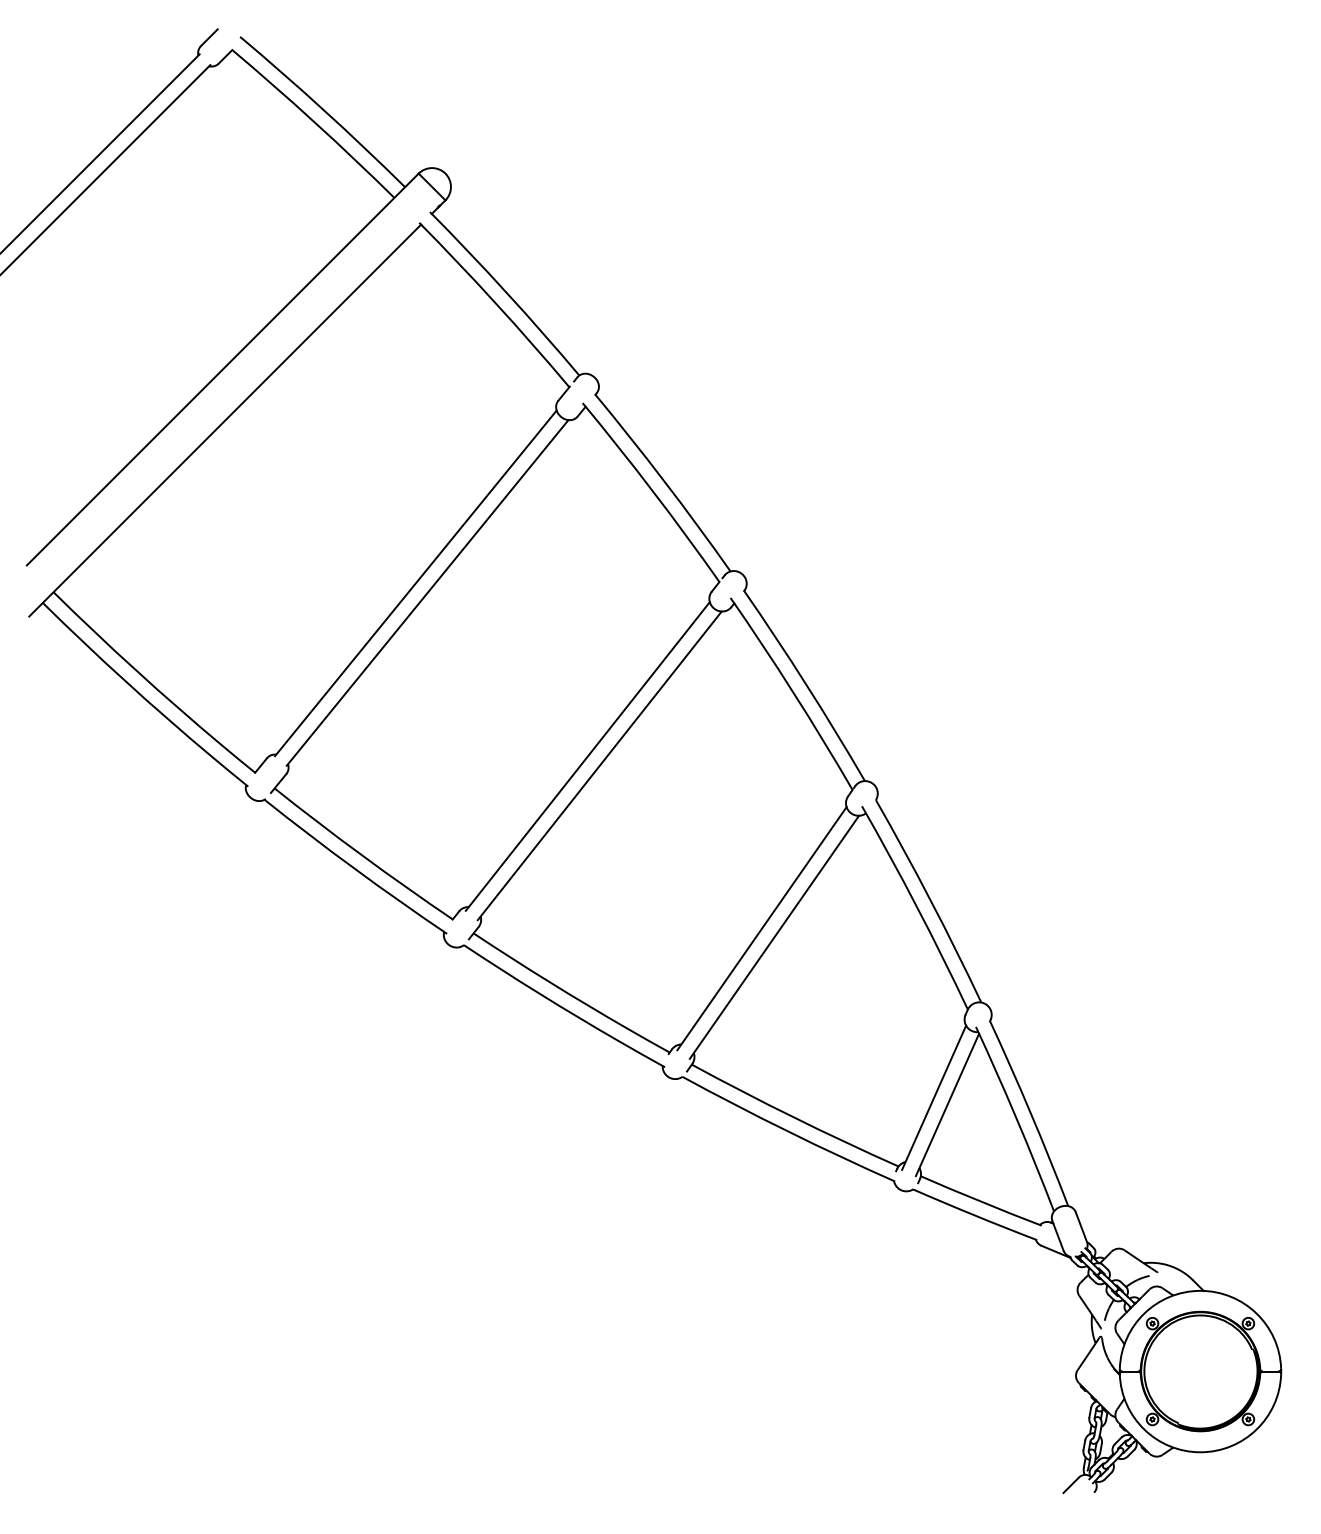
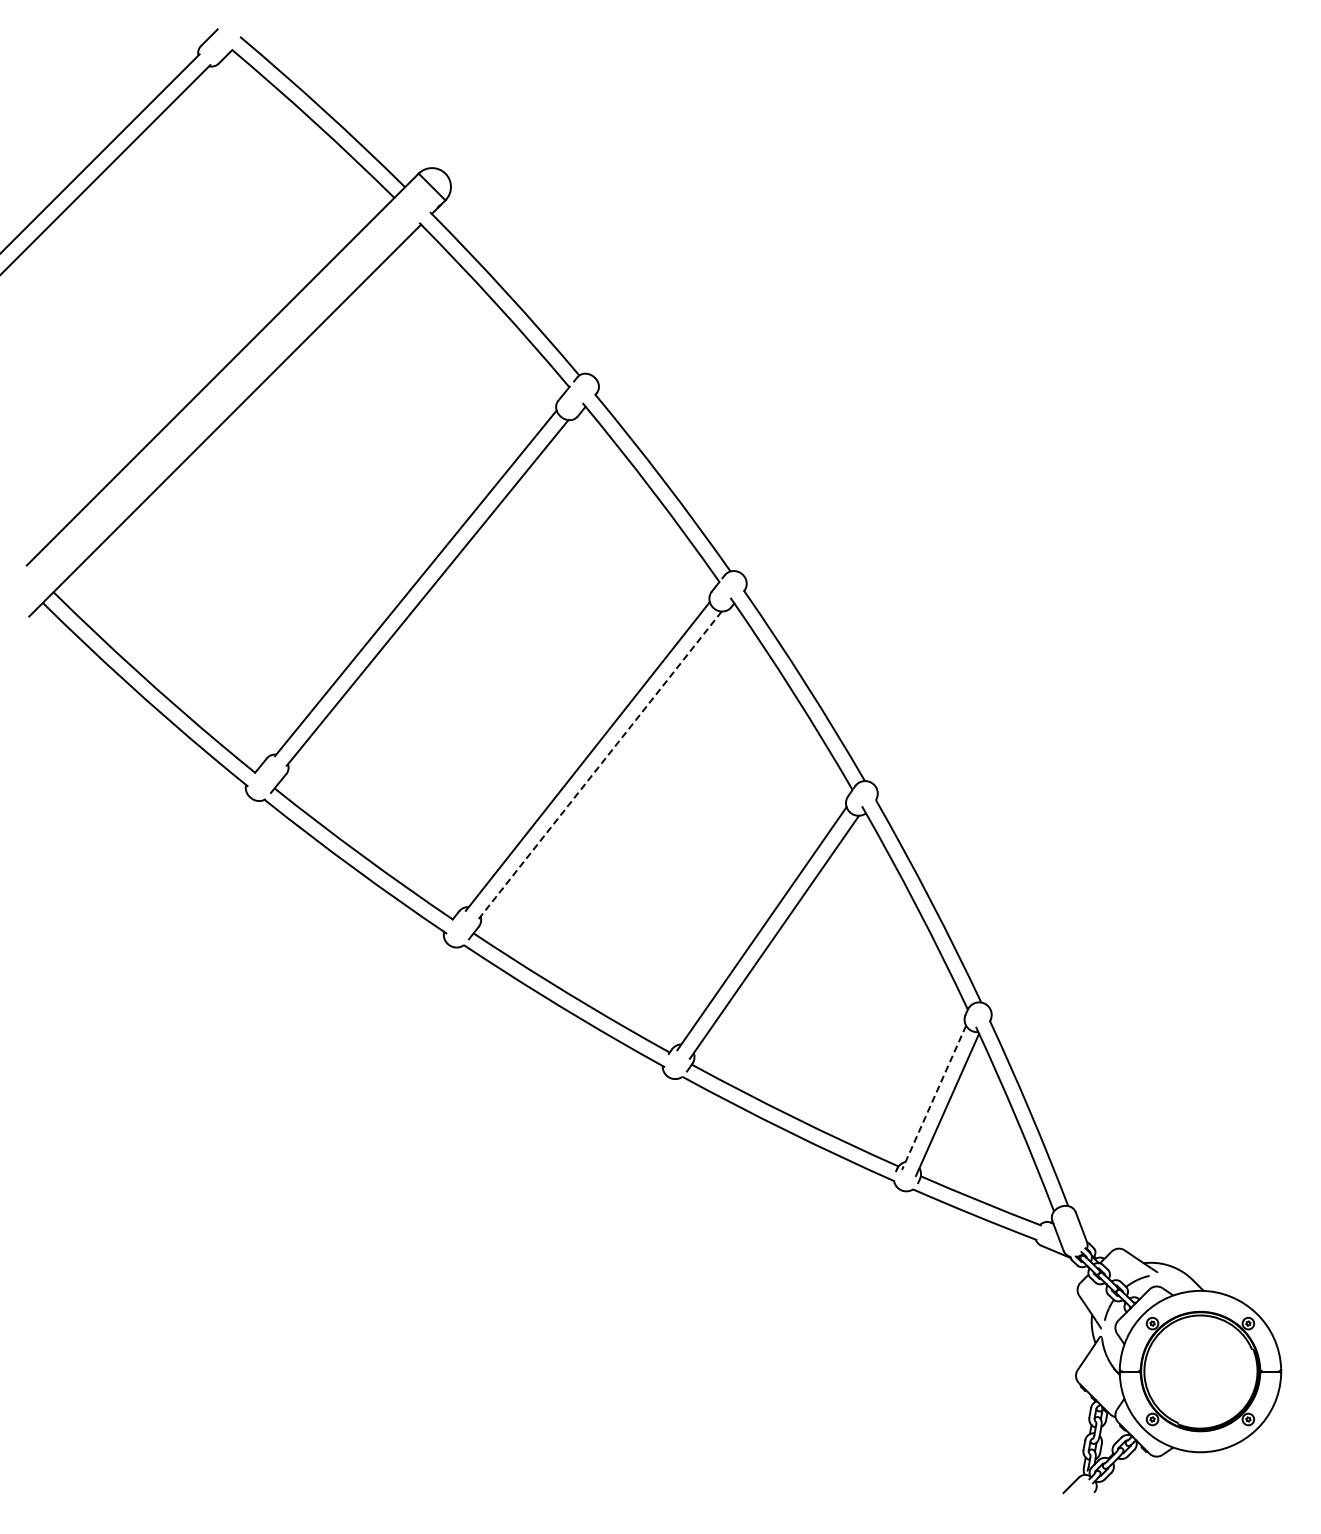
line at (599, 765): solid -> dashed
line at (934, 1097): solid -> dashed
